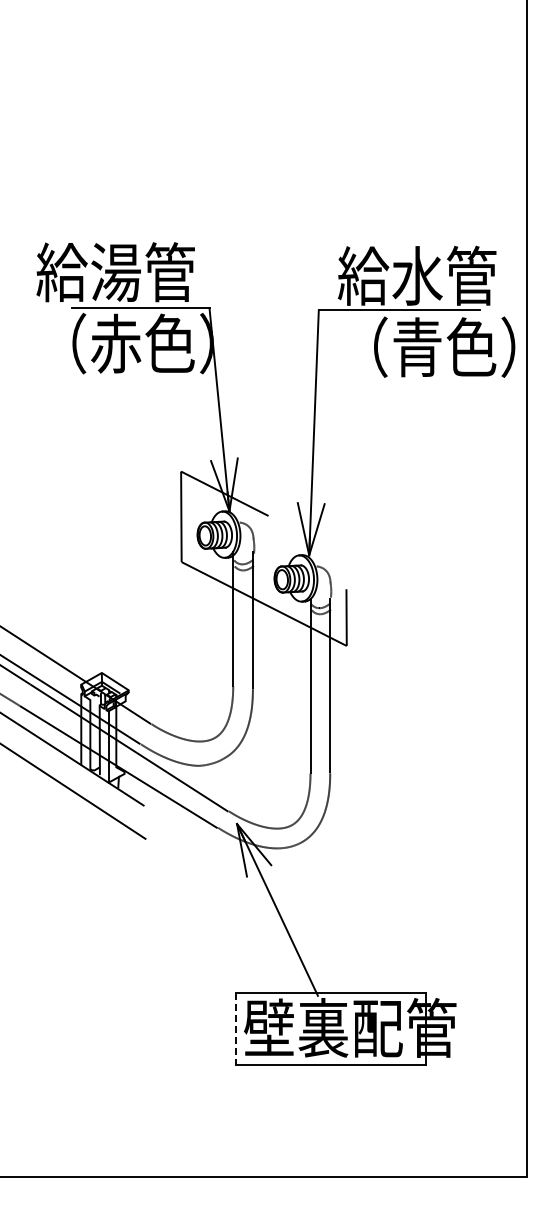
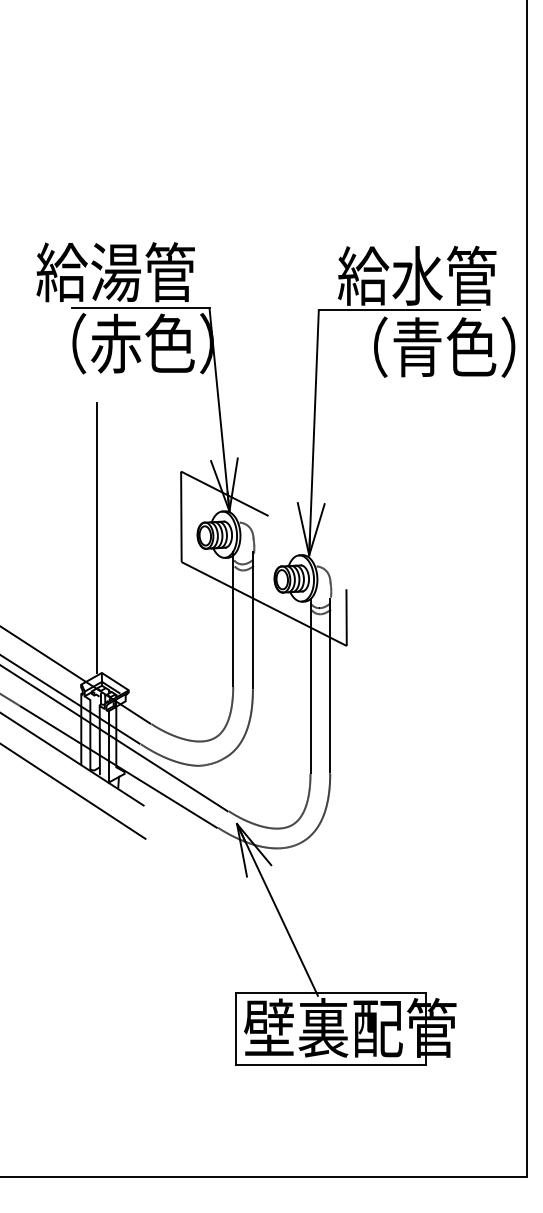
line at (97, 537): none -> present
line at (235, 1028): dashed -> solid
